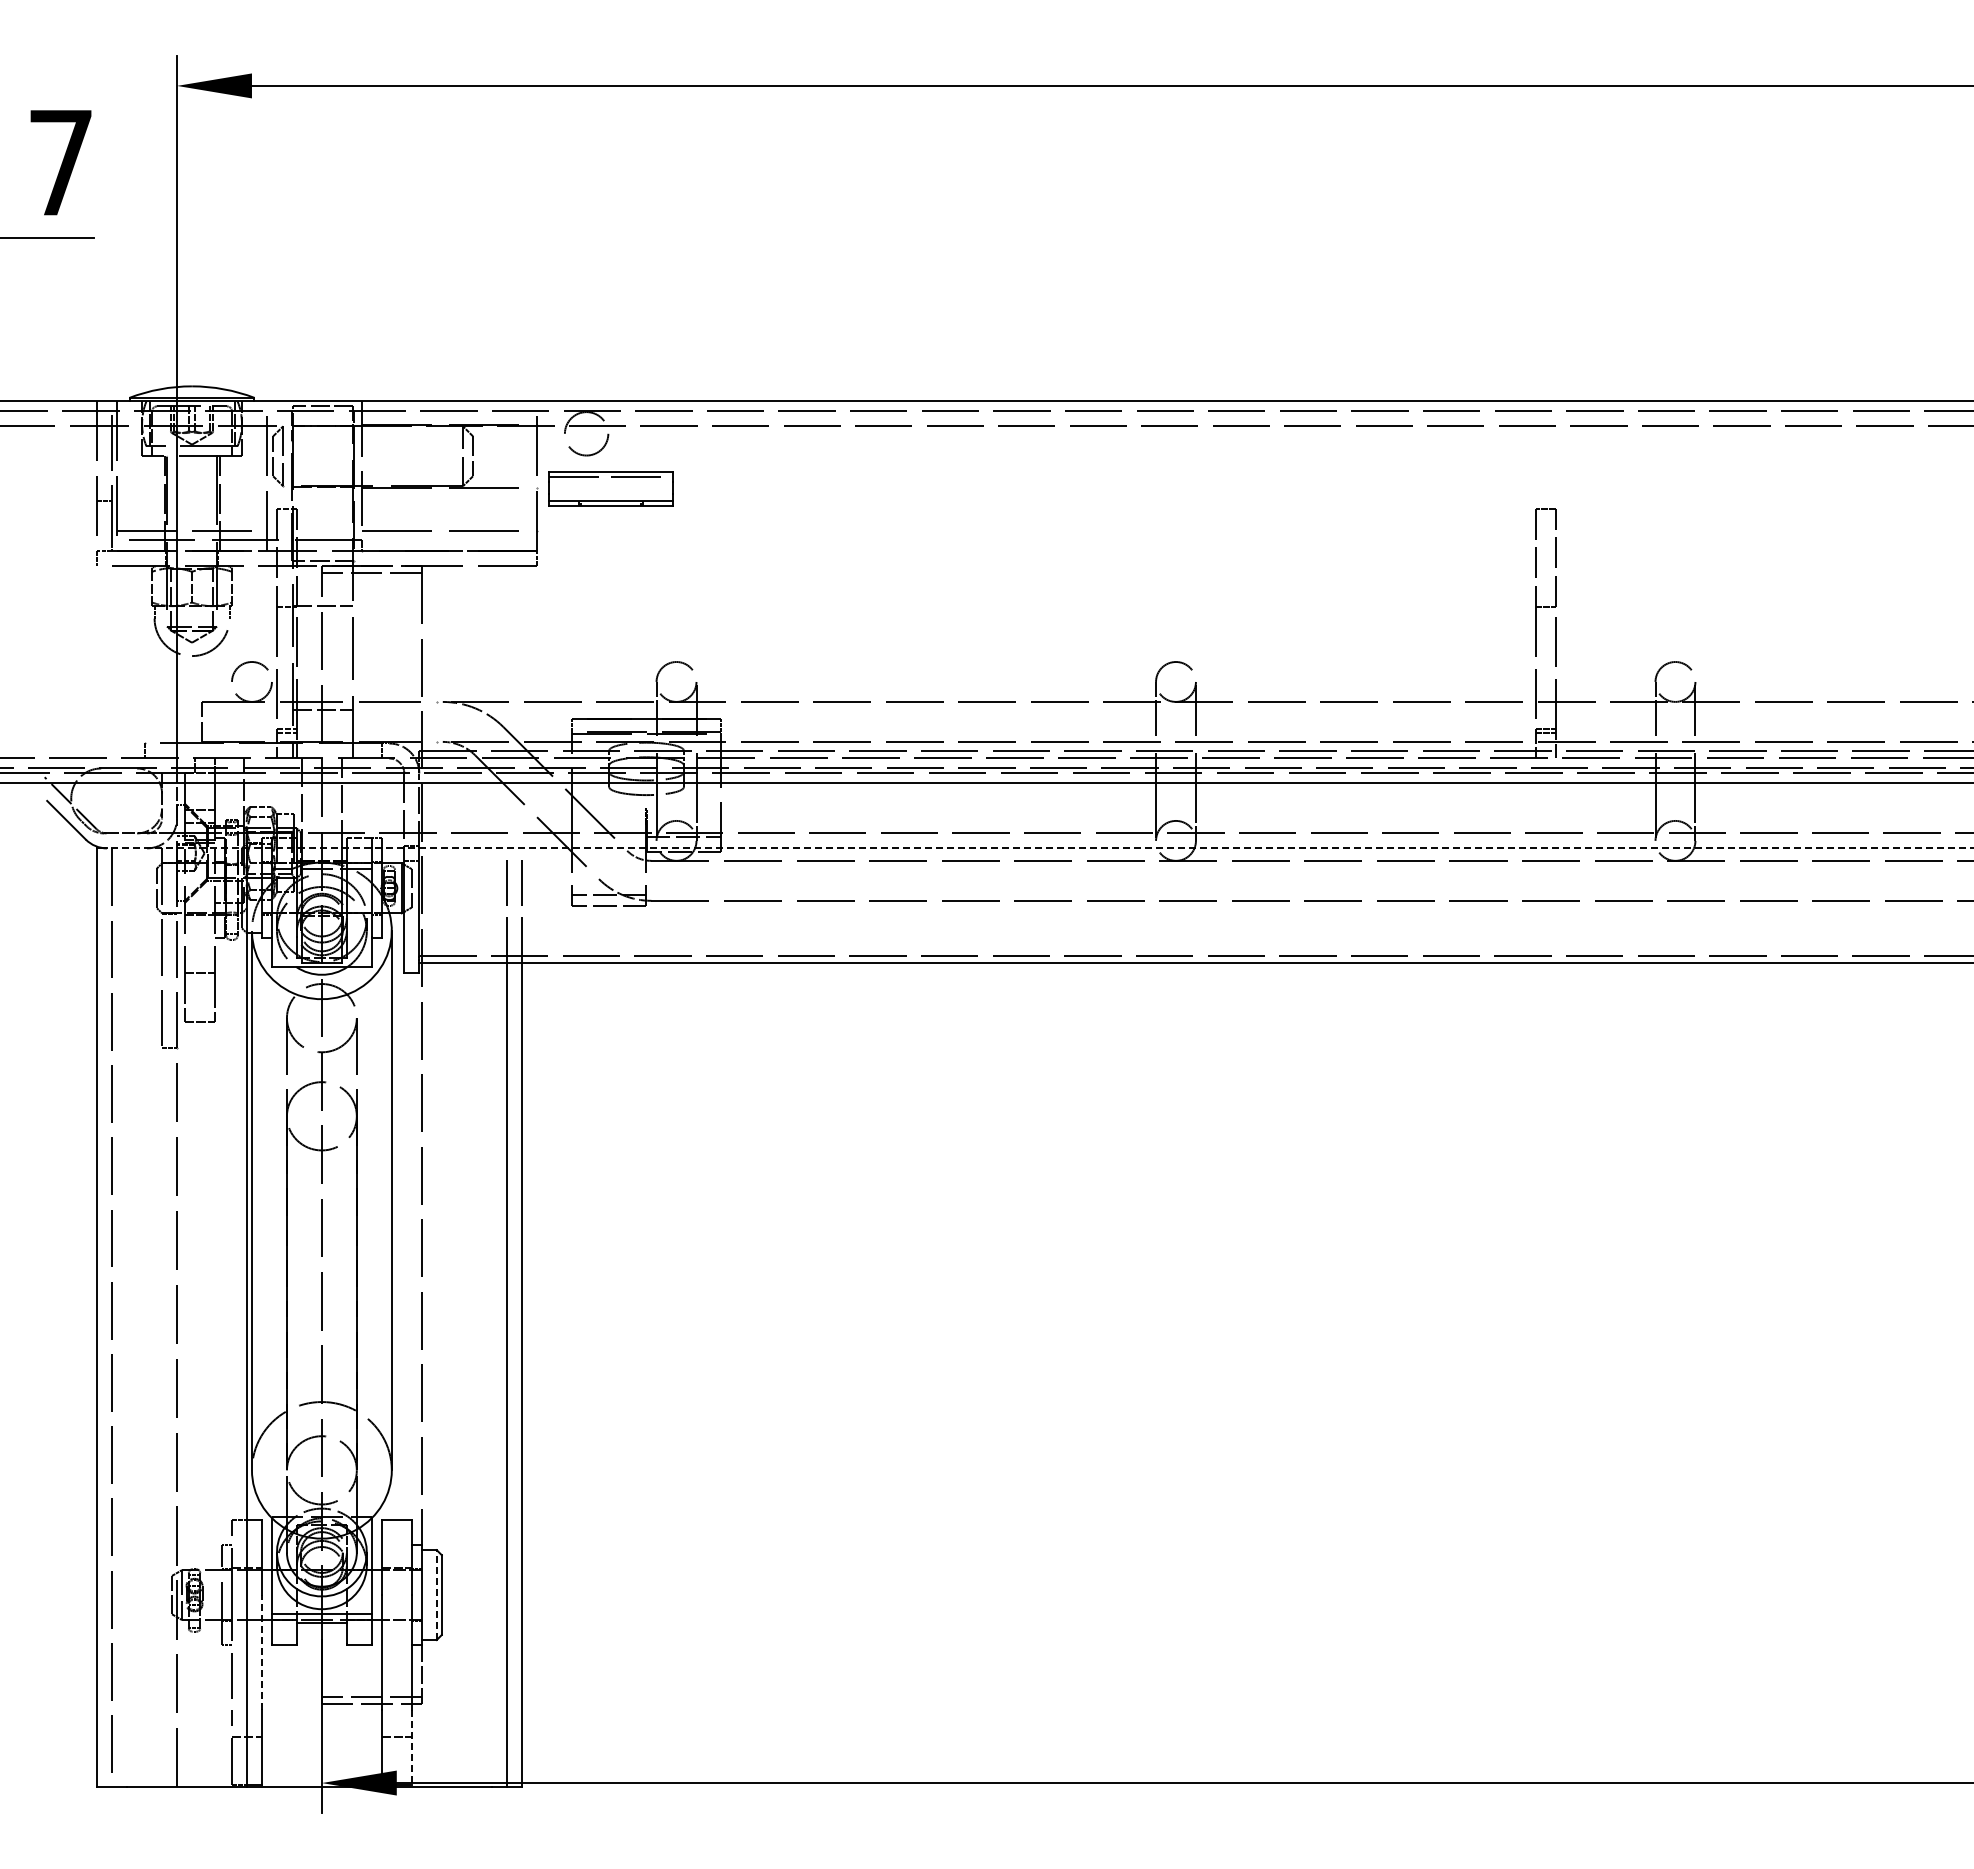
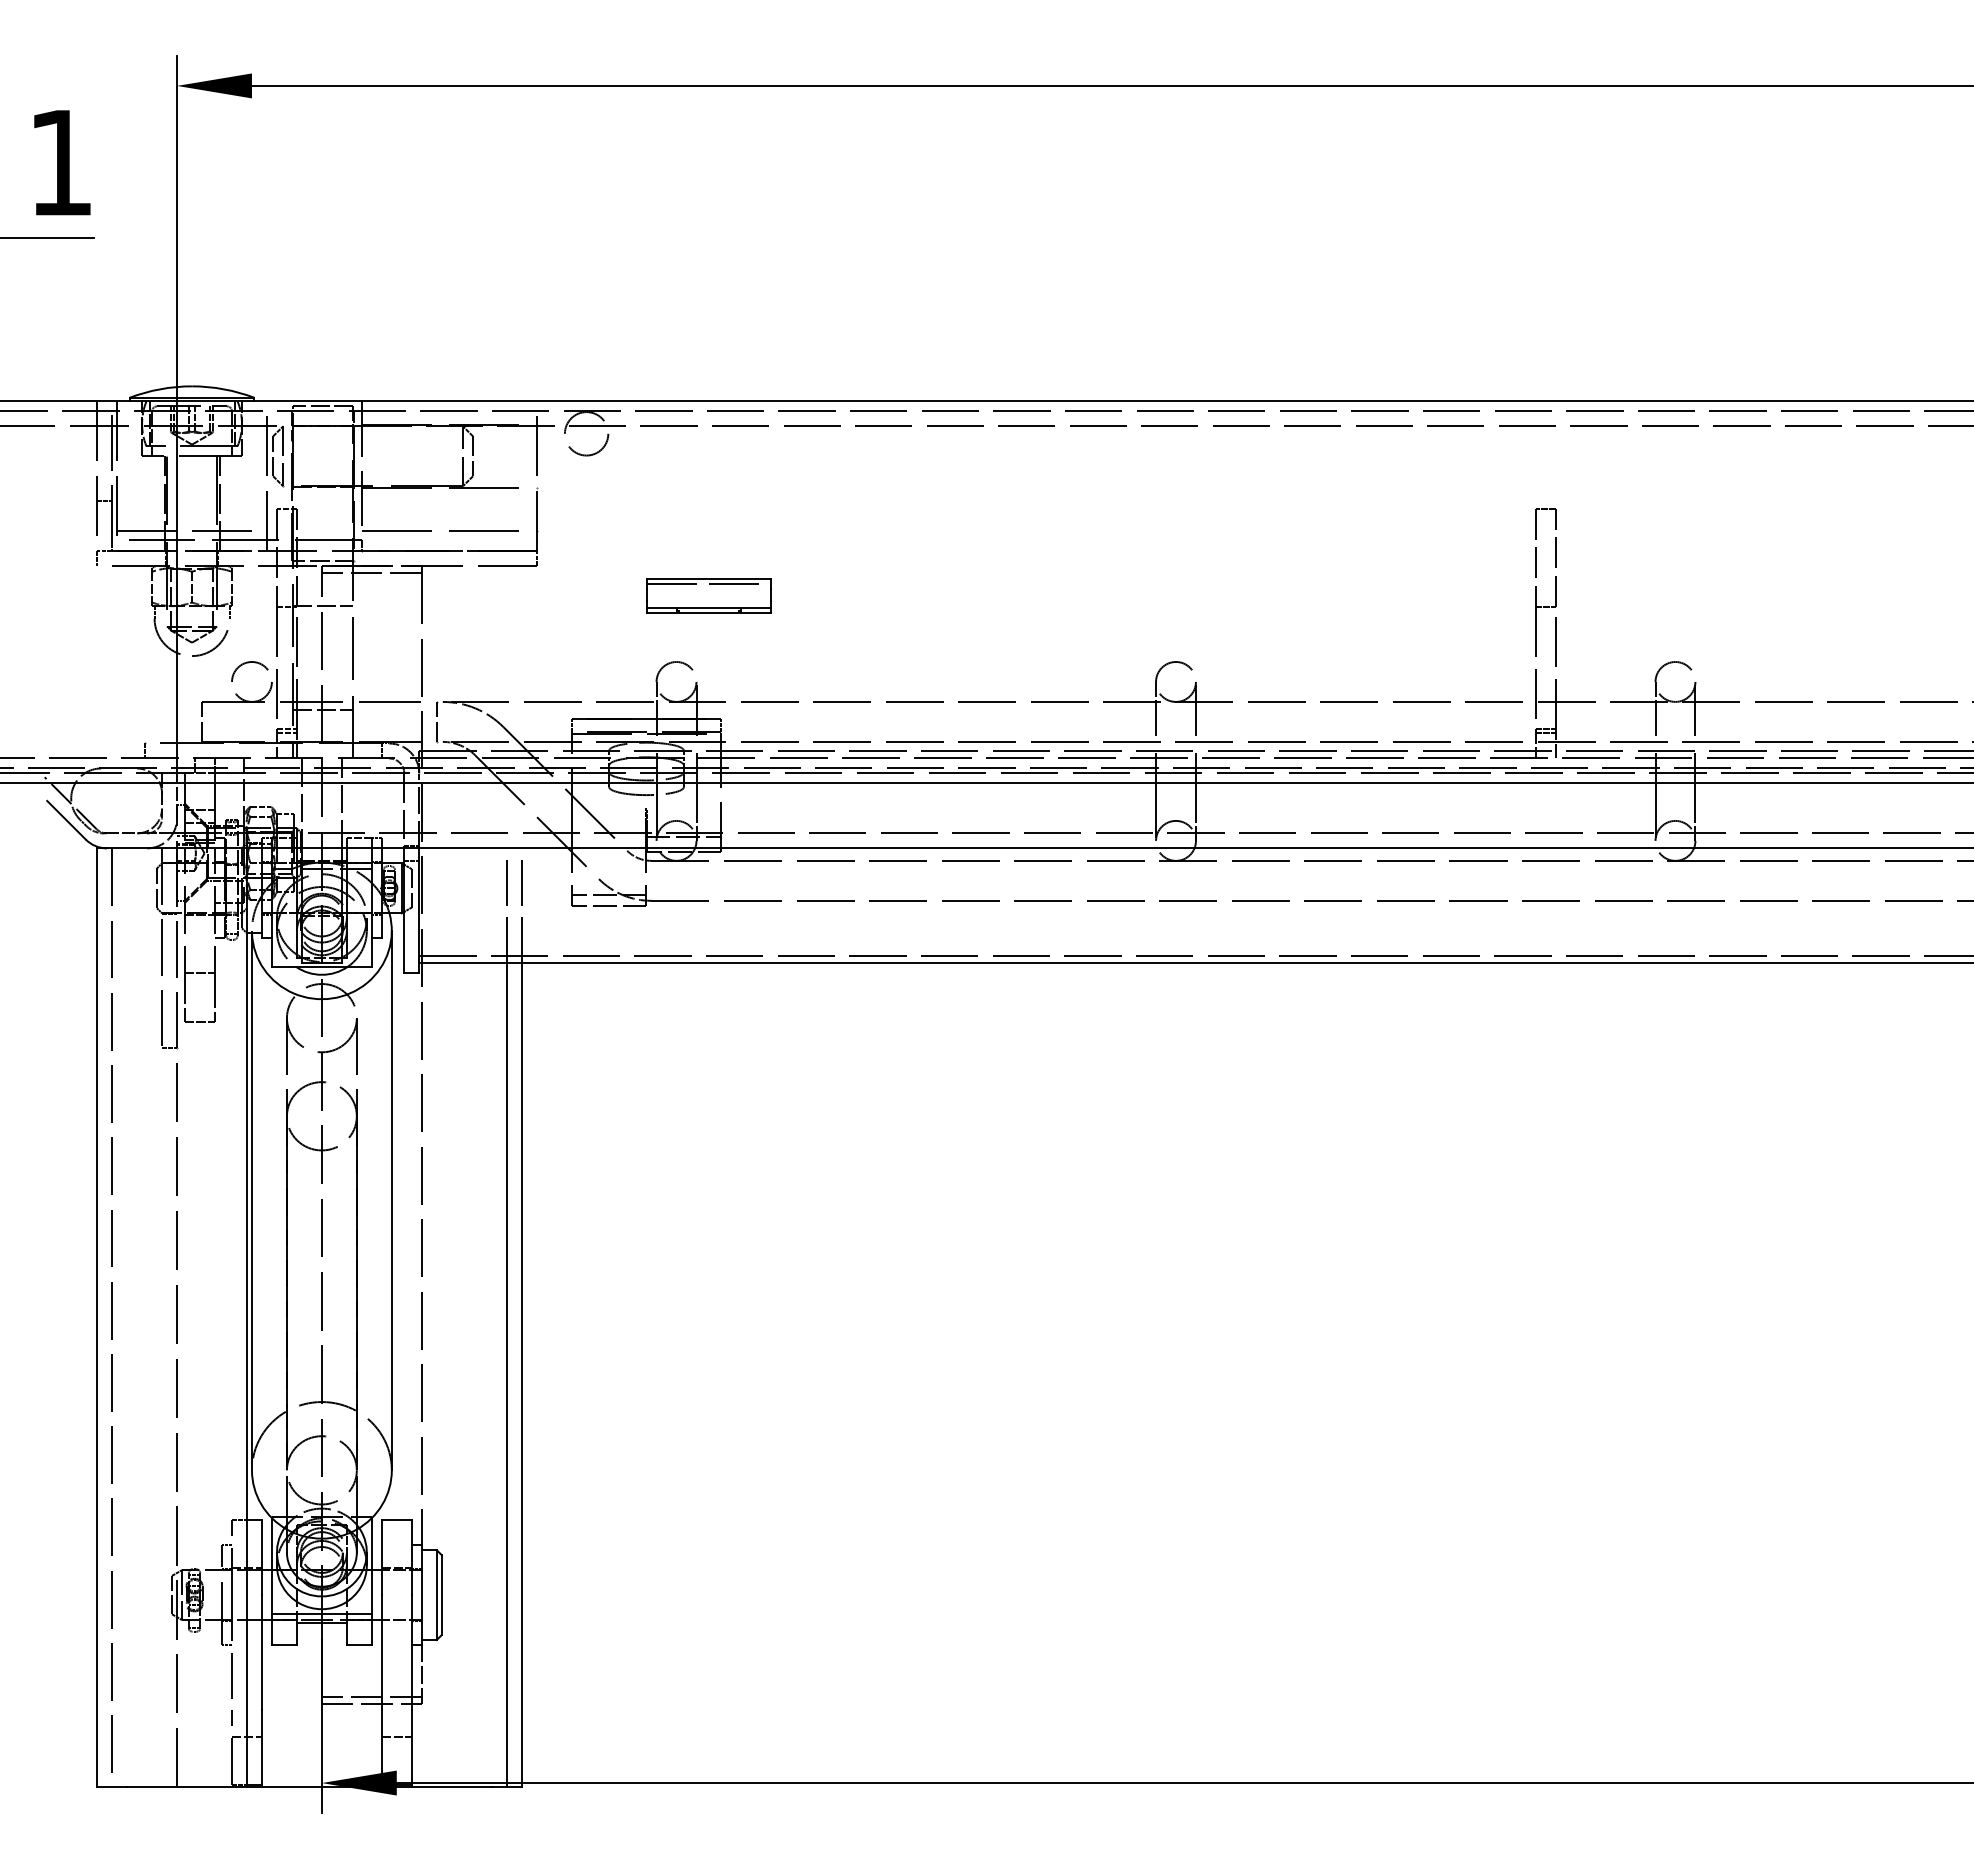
text at (60, 162): 7 -> 1
part at (610, 488) position: (610, 488) -> (708, 595)
line at (436, 721): none -> present
line at (1040, 848): dashed -> solid
line at (436, 1595): dashed -> solid
line at (261, 1652): dashed -> solid
line at (411, 1747): dashed -> solid
